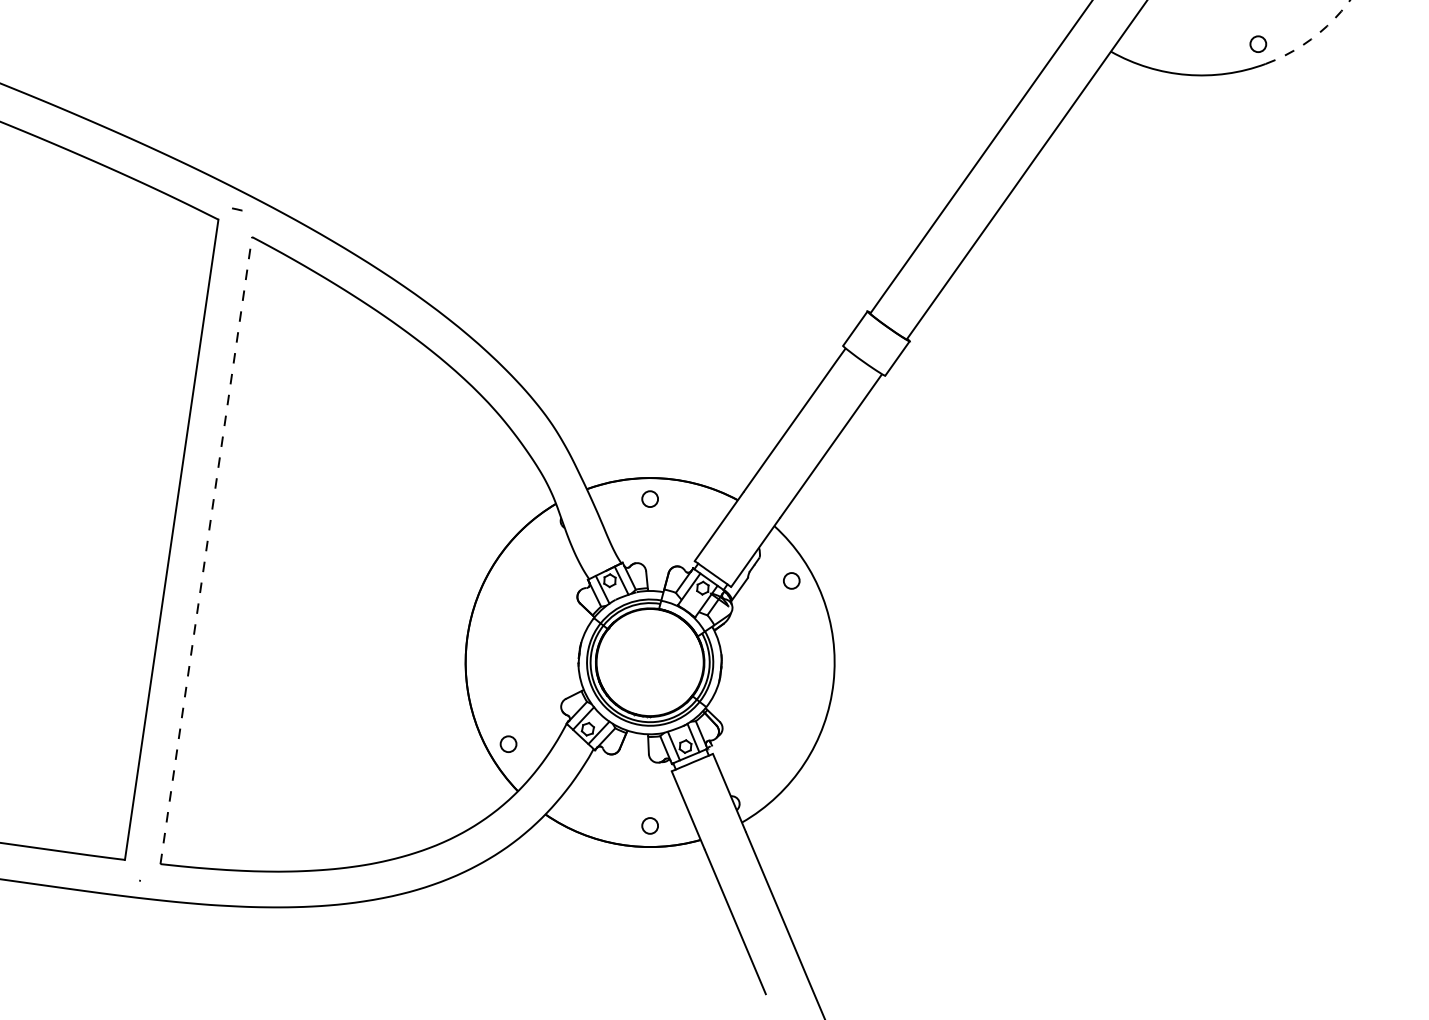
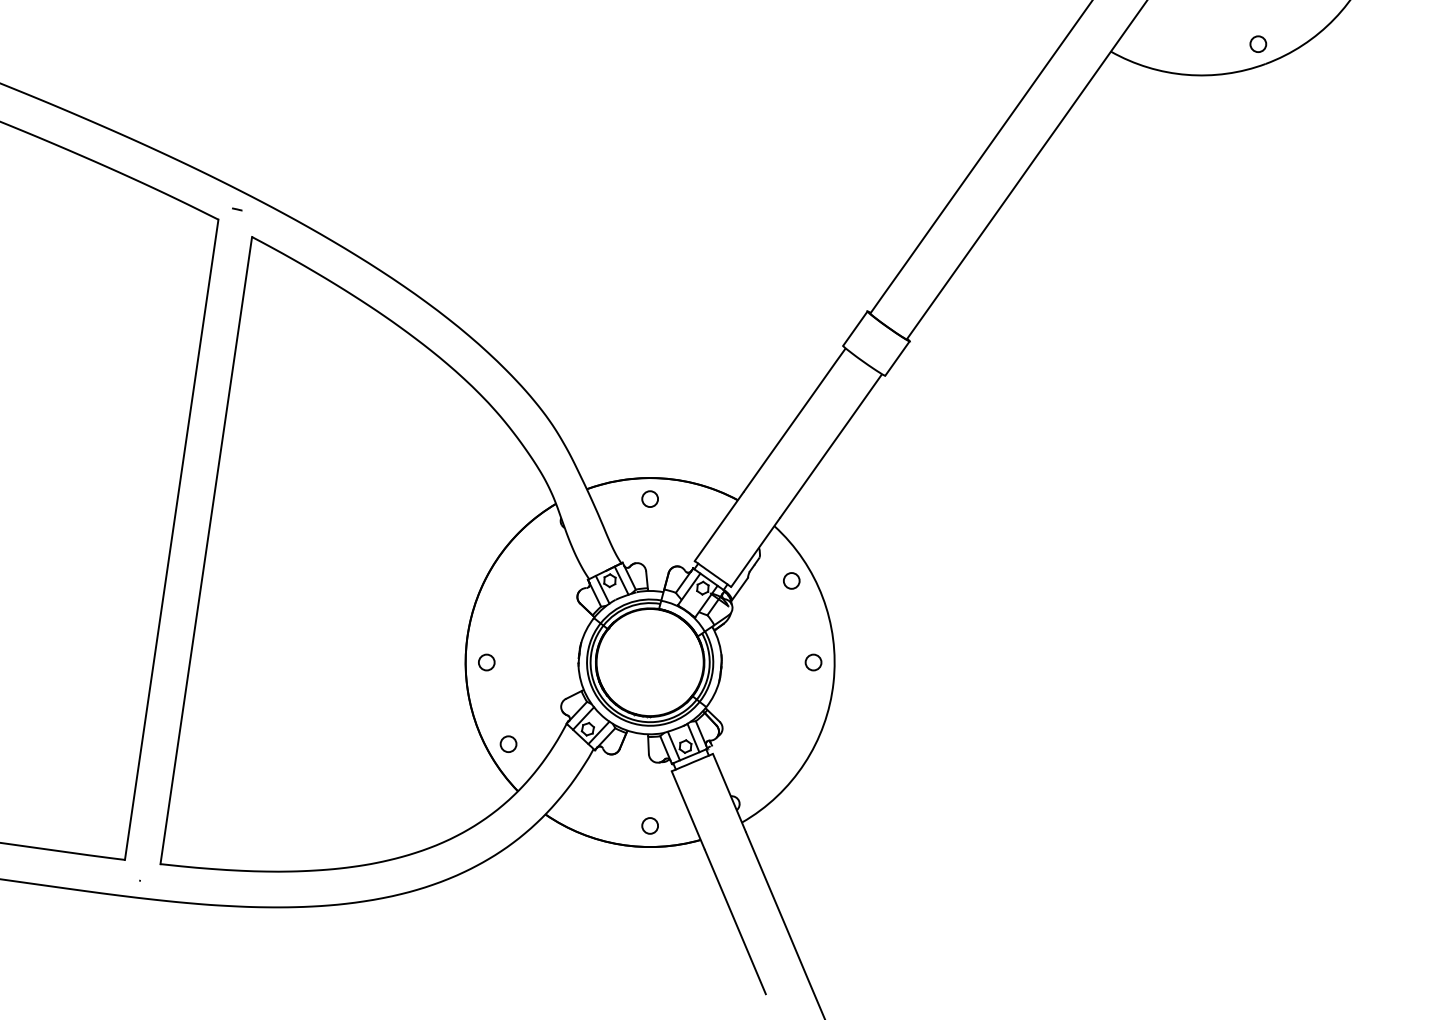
arc at (1313, 37): dashed -> solid
line at (206, 550): dashed -> solid
circle at (486, 662): none -> present
circle at (813, 662): none -> present
